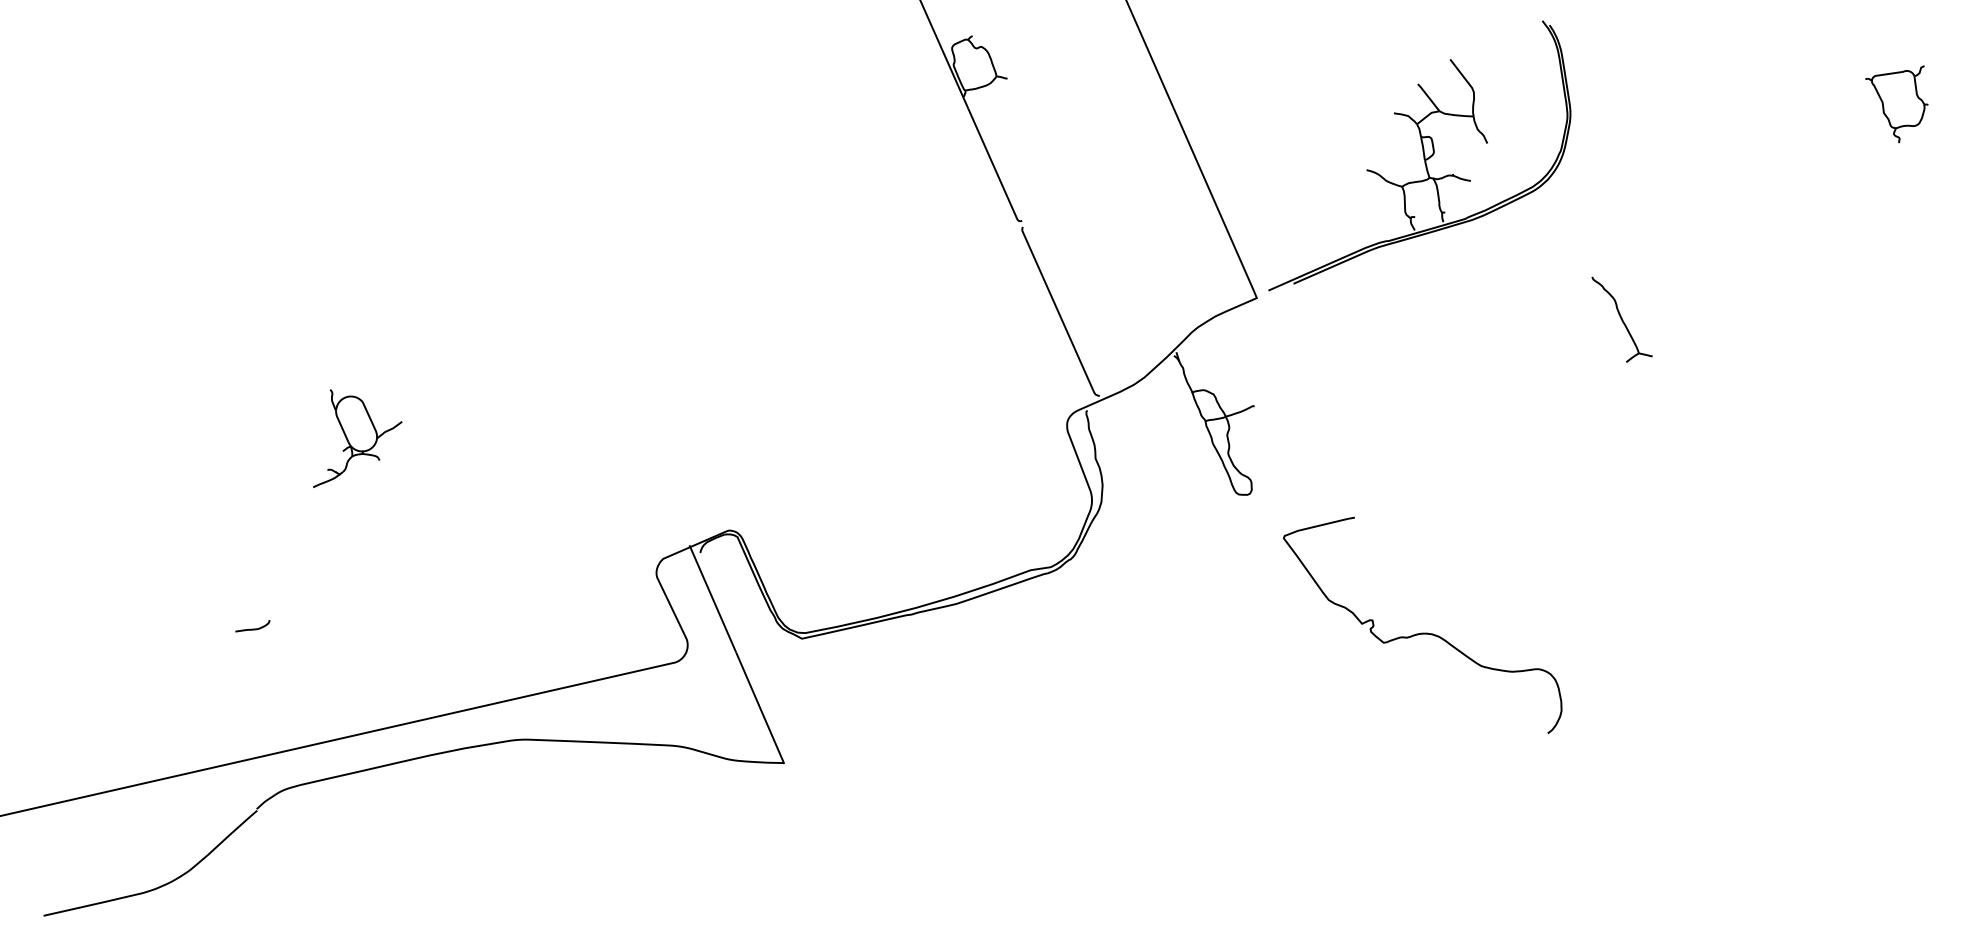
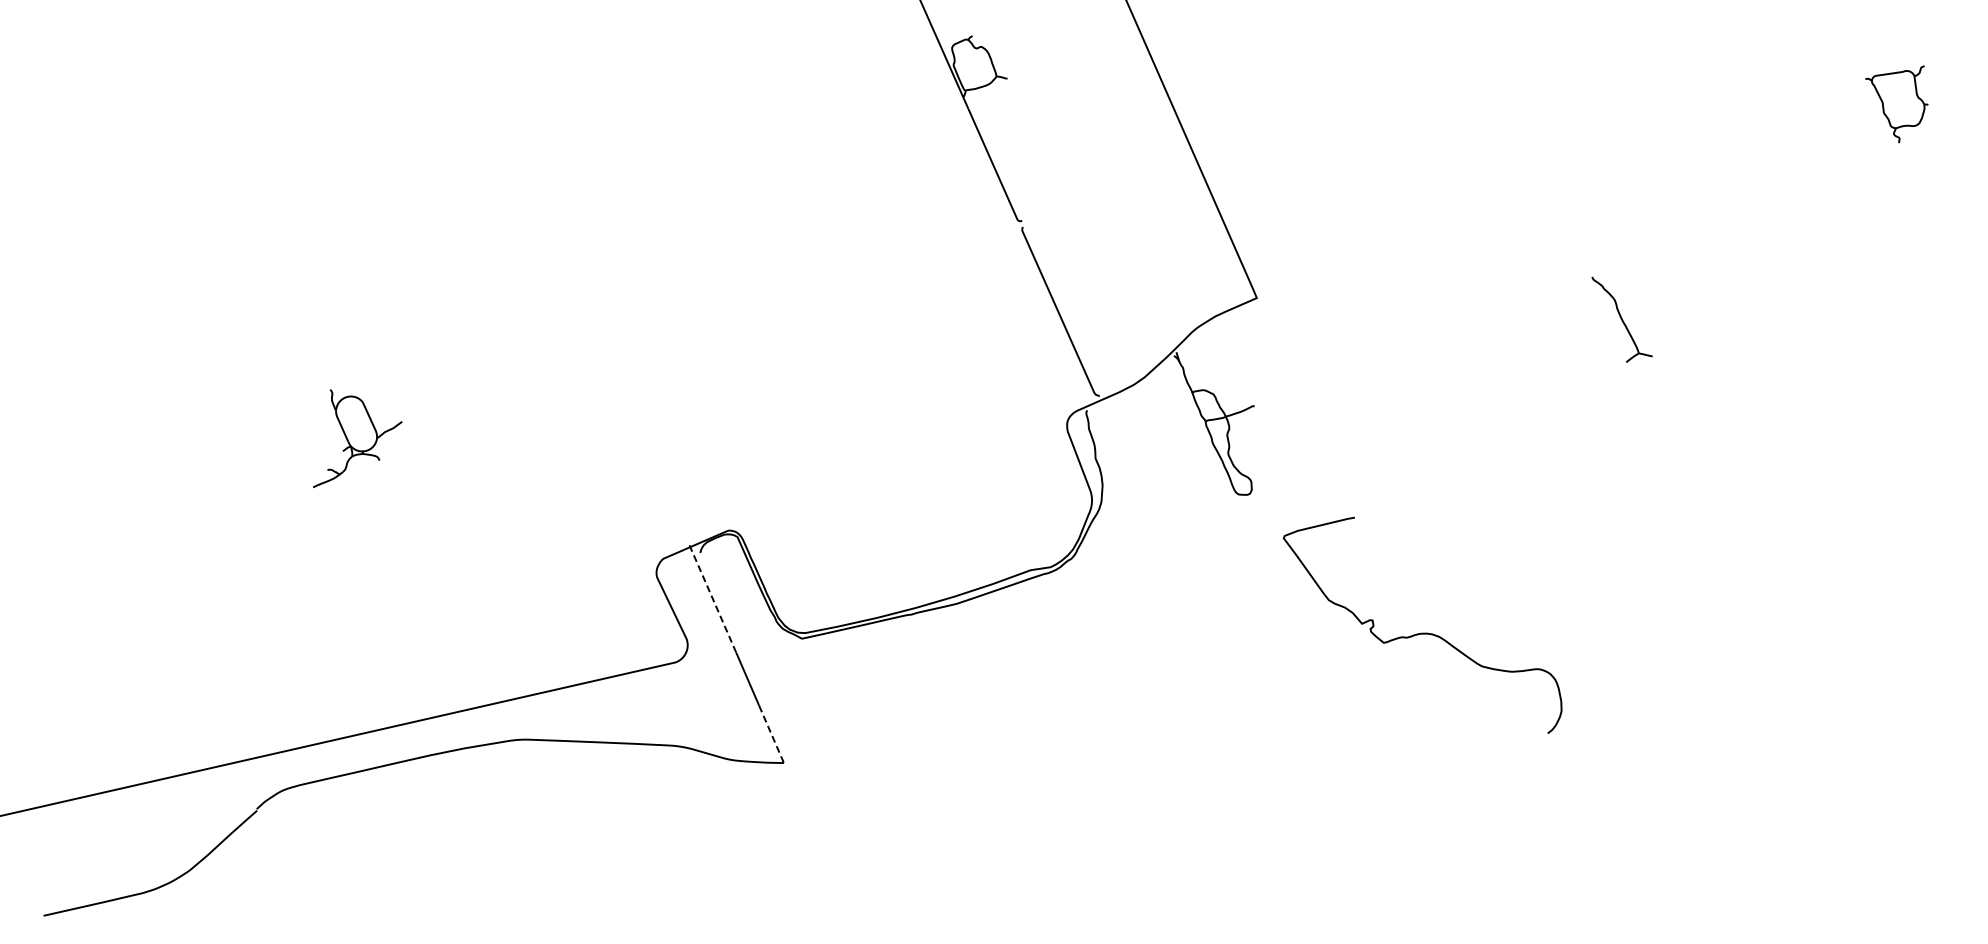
part at (1419, 155): present -> none
line at (713, 599): solid -> dashed
curve at (252, 628): present -> none
line at (771, 734): solid -> dashed
